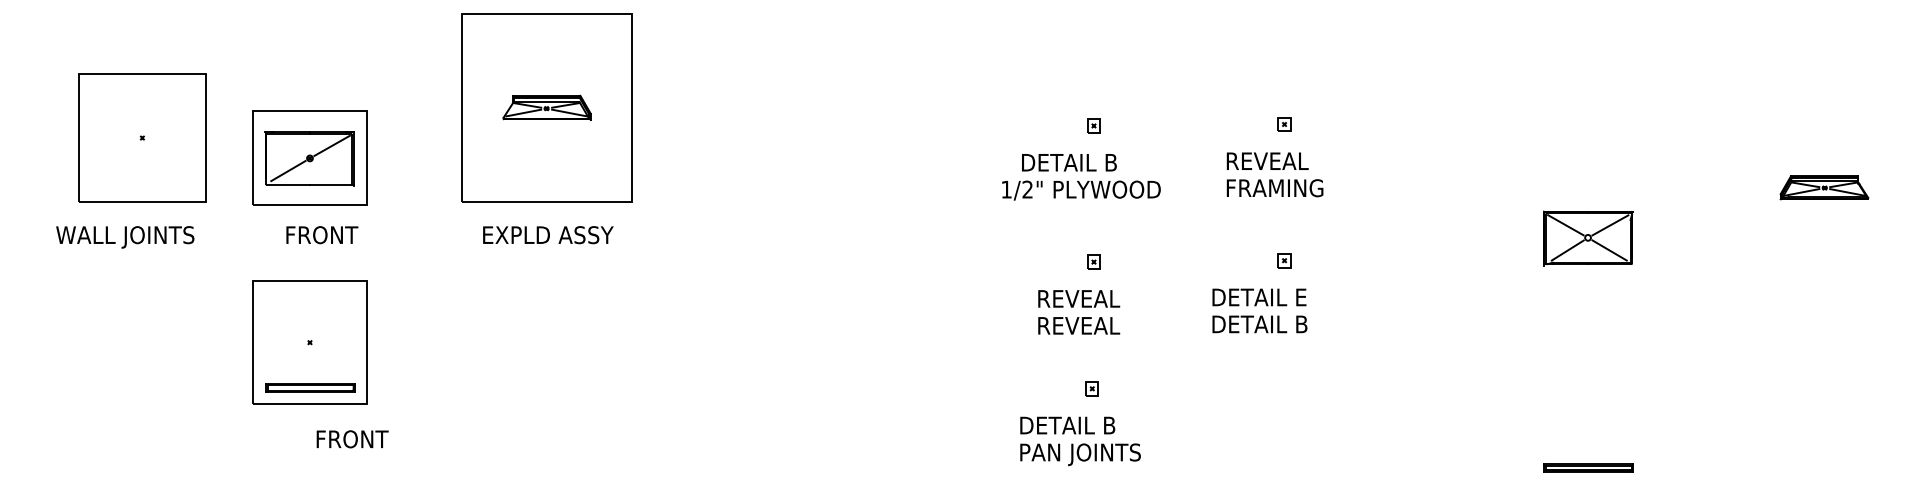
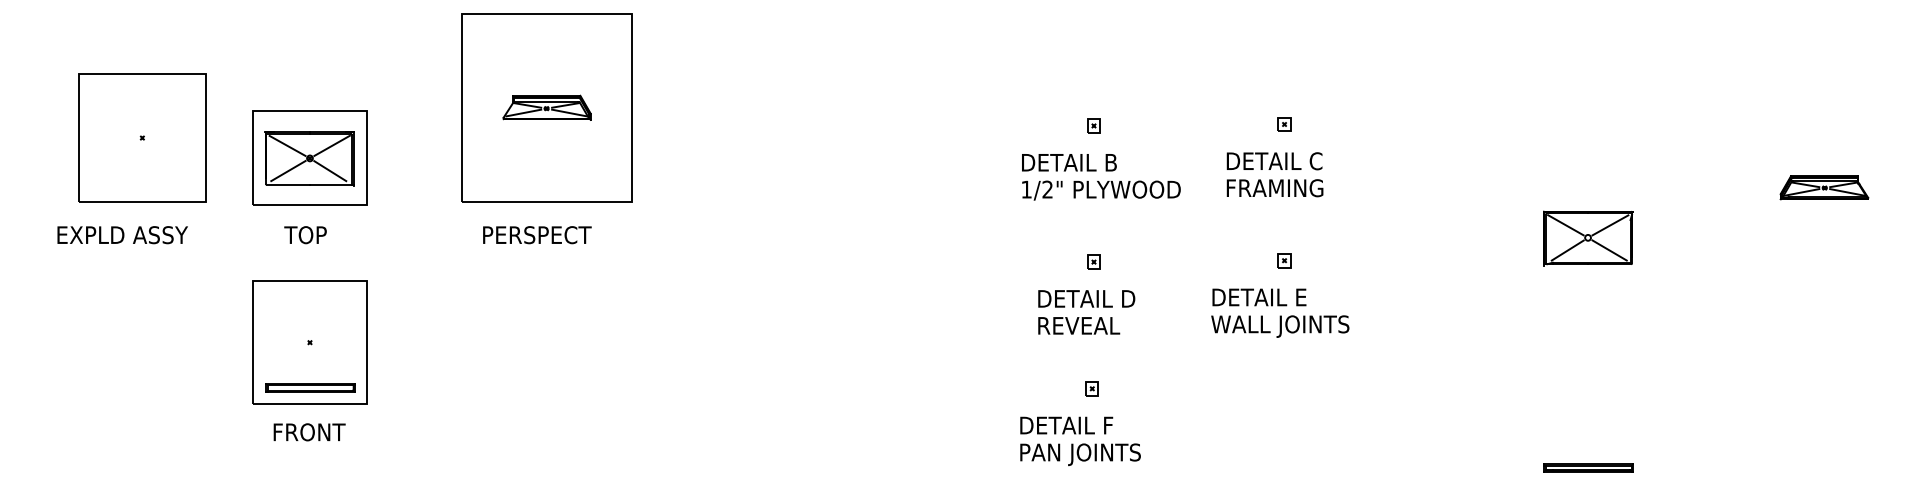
line at (287, 145): none -> present
text at (1275, 161): REVEAL -> DETAIL C
line at (330, 171): none -> present
text at (1081, 190) position: (1081, 190) -> (1101, 190)
text at (321, 235): FRONT -> TOP
text at (549, 235): EXPLD ASSY -> PERSPECT
text at (125, 237): WALL JOINTS -> EXPLD ASSY
text at (1087, 298): REVEAL -> DETAIL D
text at (1280, 326): DETAIL B -> WALL JOINTS
text at (1110, 425): DETAIL B -> DETAIL F
text at (352, 439) position: (352, 439) -> (309, 432)
